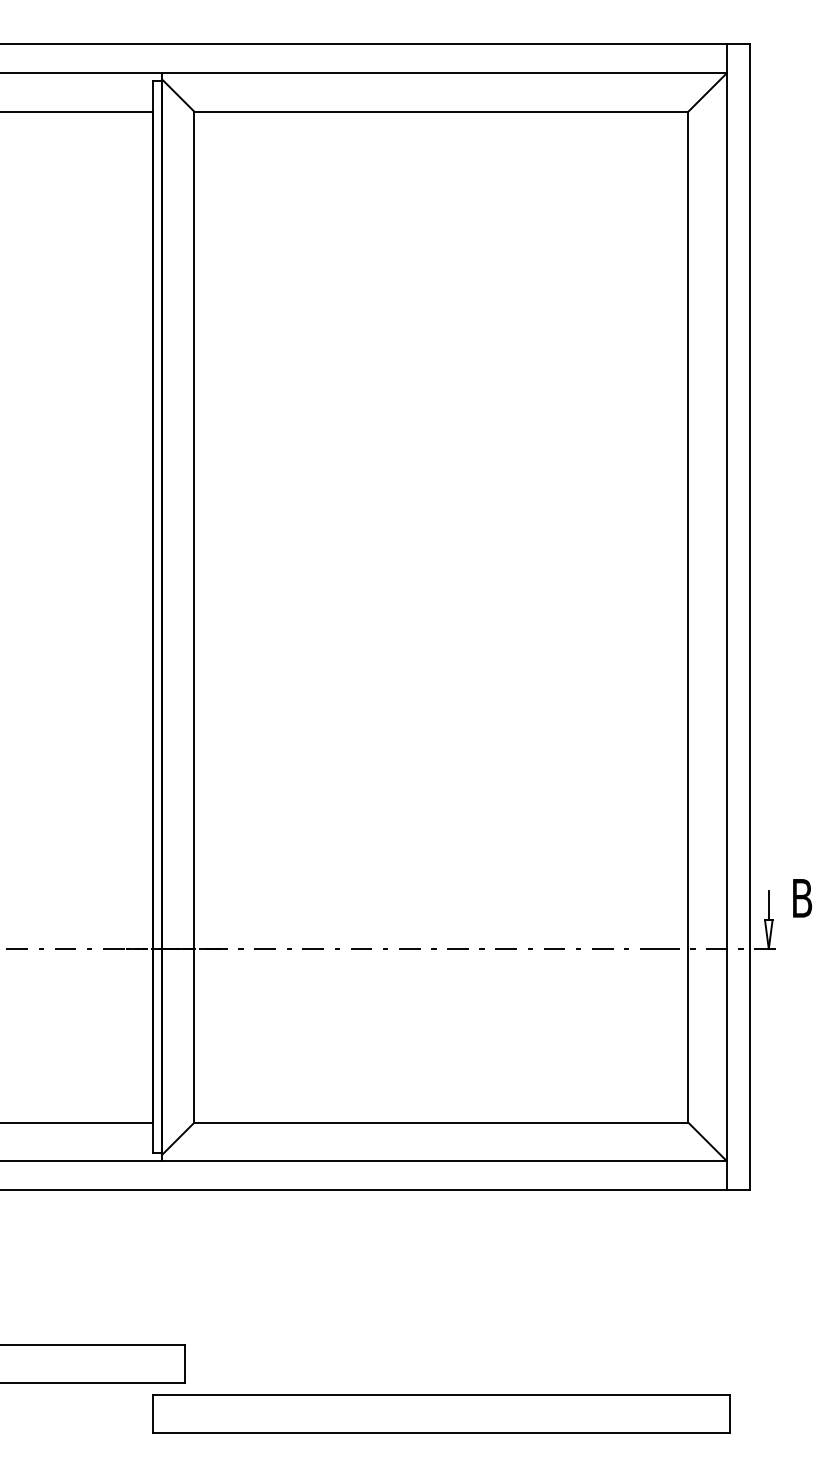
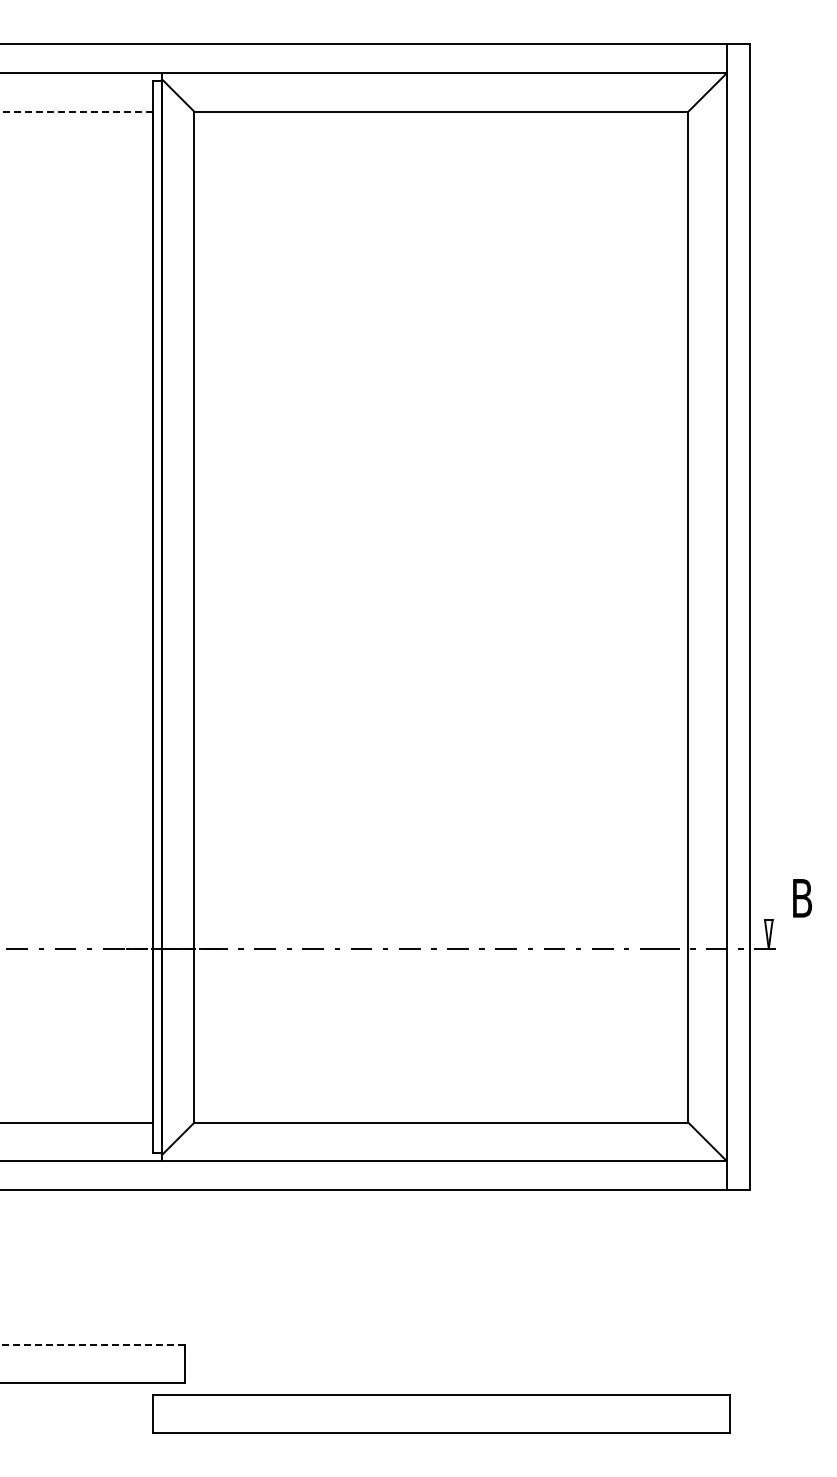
line at (76, 111): solid -> dashed
line at (768, 905): present -> none
line at (91, 1345): solid -> dashed
